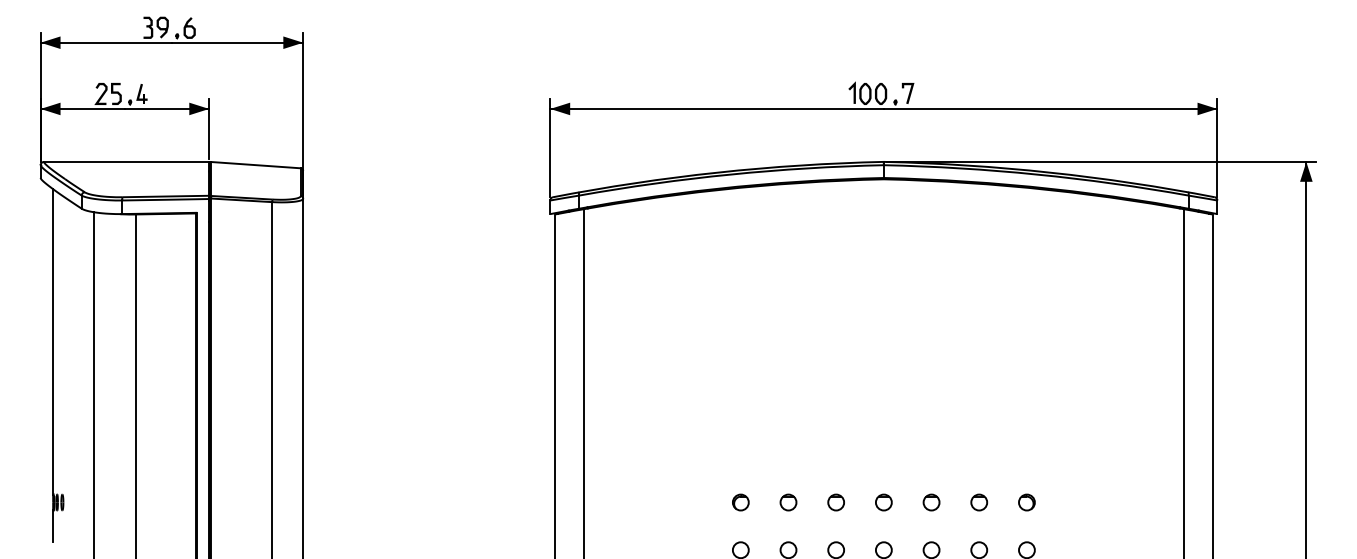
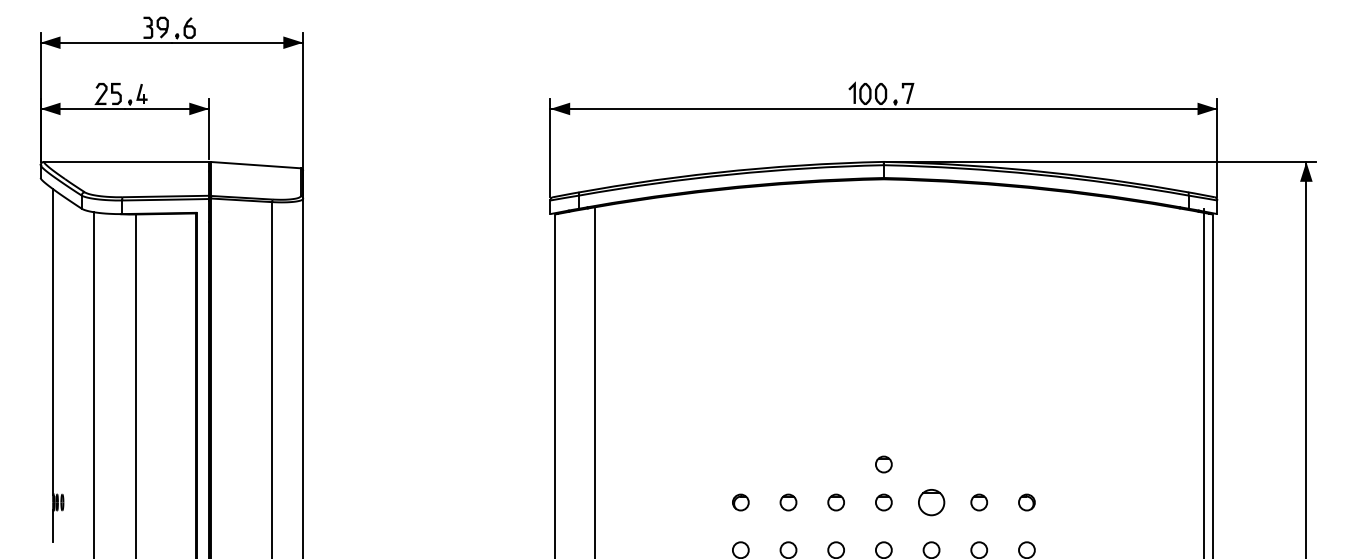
line at (584, 382) position: (584, 382) -> (595, 382)
line at (1183, 382) position: (1183, 382) -> (1203, 382)
part at (883, 464): none -> present
part at (931, 502) size: 19x19 px -> 28x28 px
